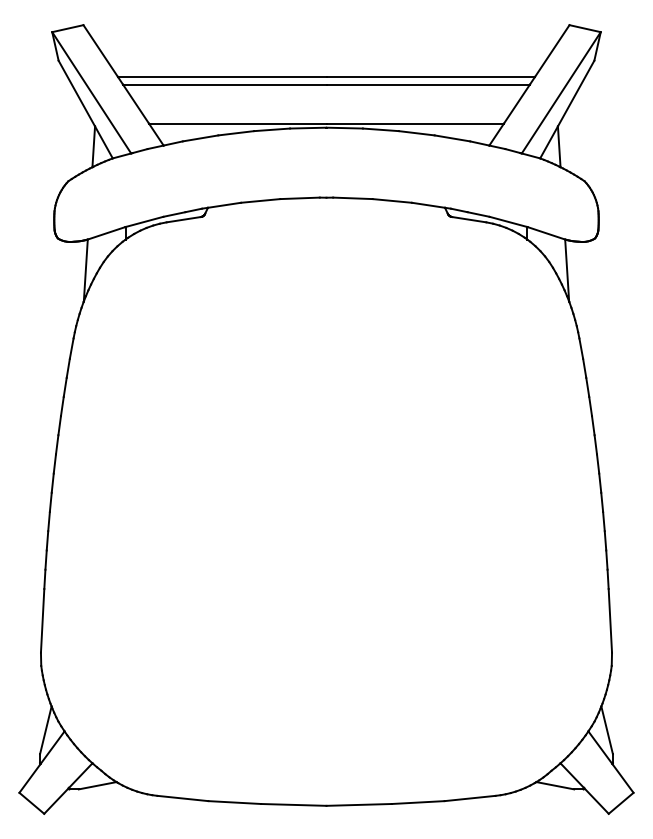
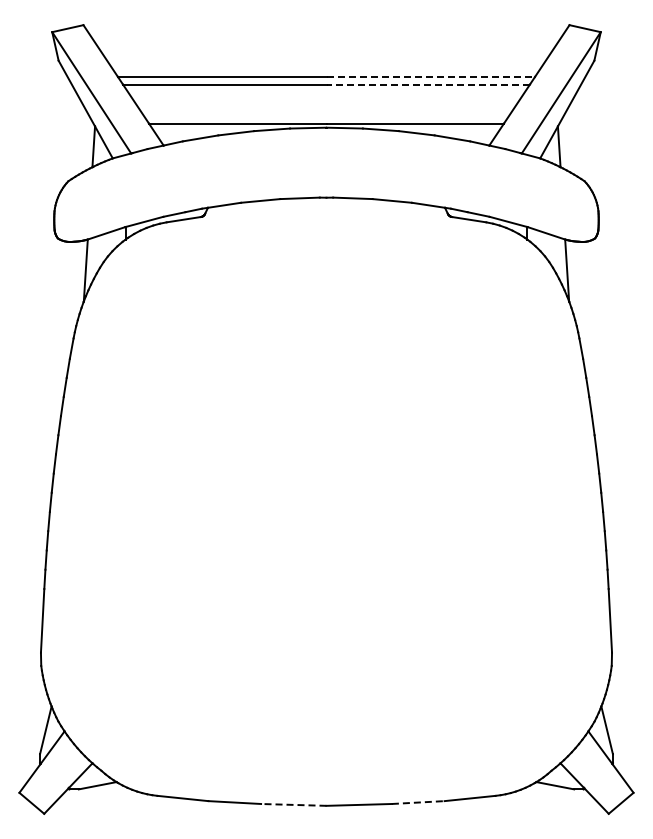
line at (431, 76): solid -> dashed
line at (428, 84): solid -> dashed
line at (418, 802): solid -> dashed
line at (293, 804): solid -> dashed
